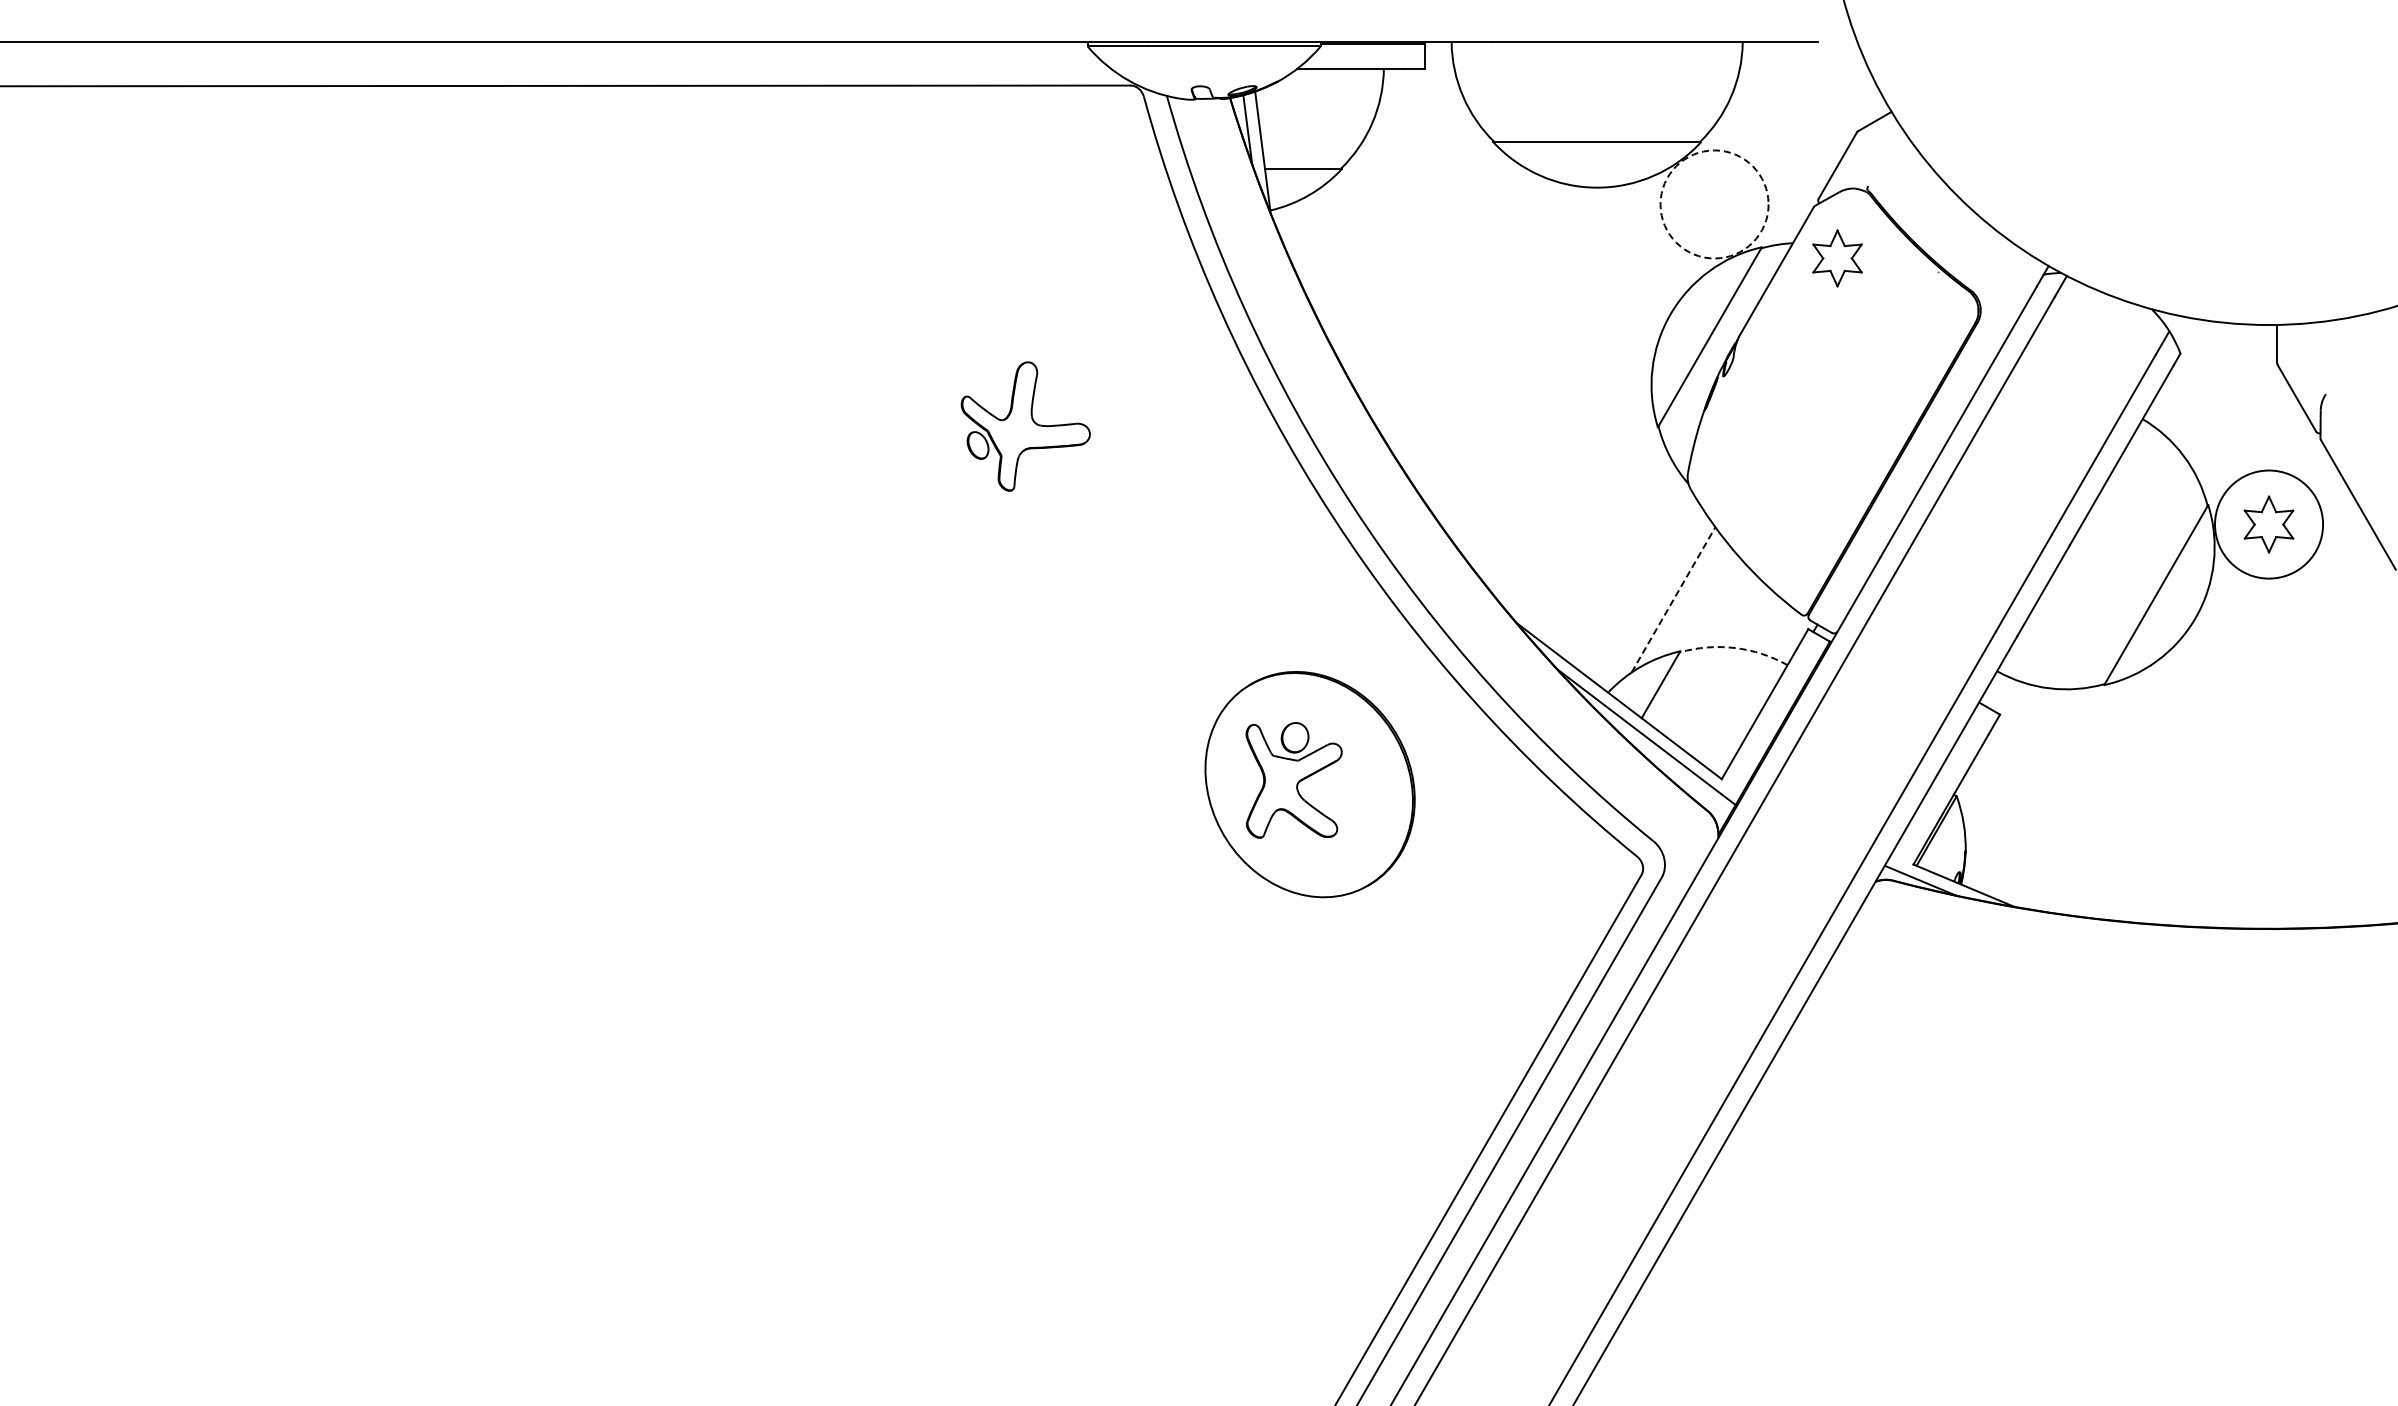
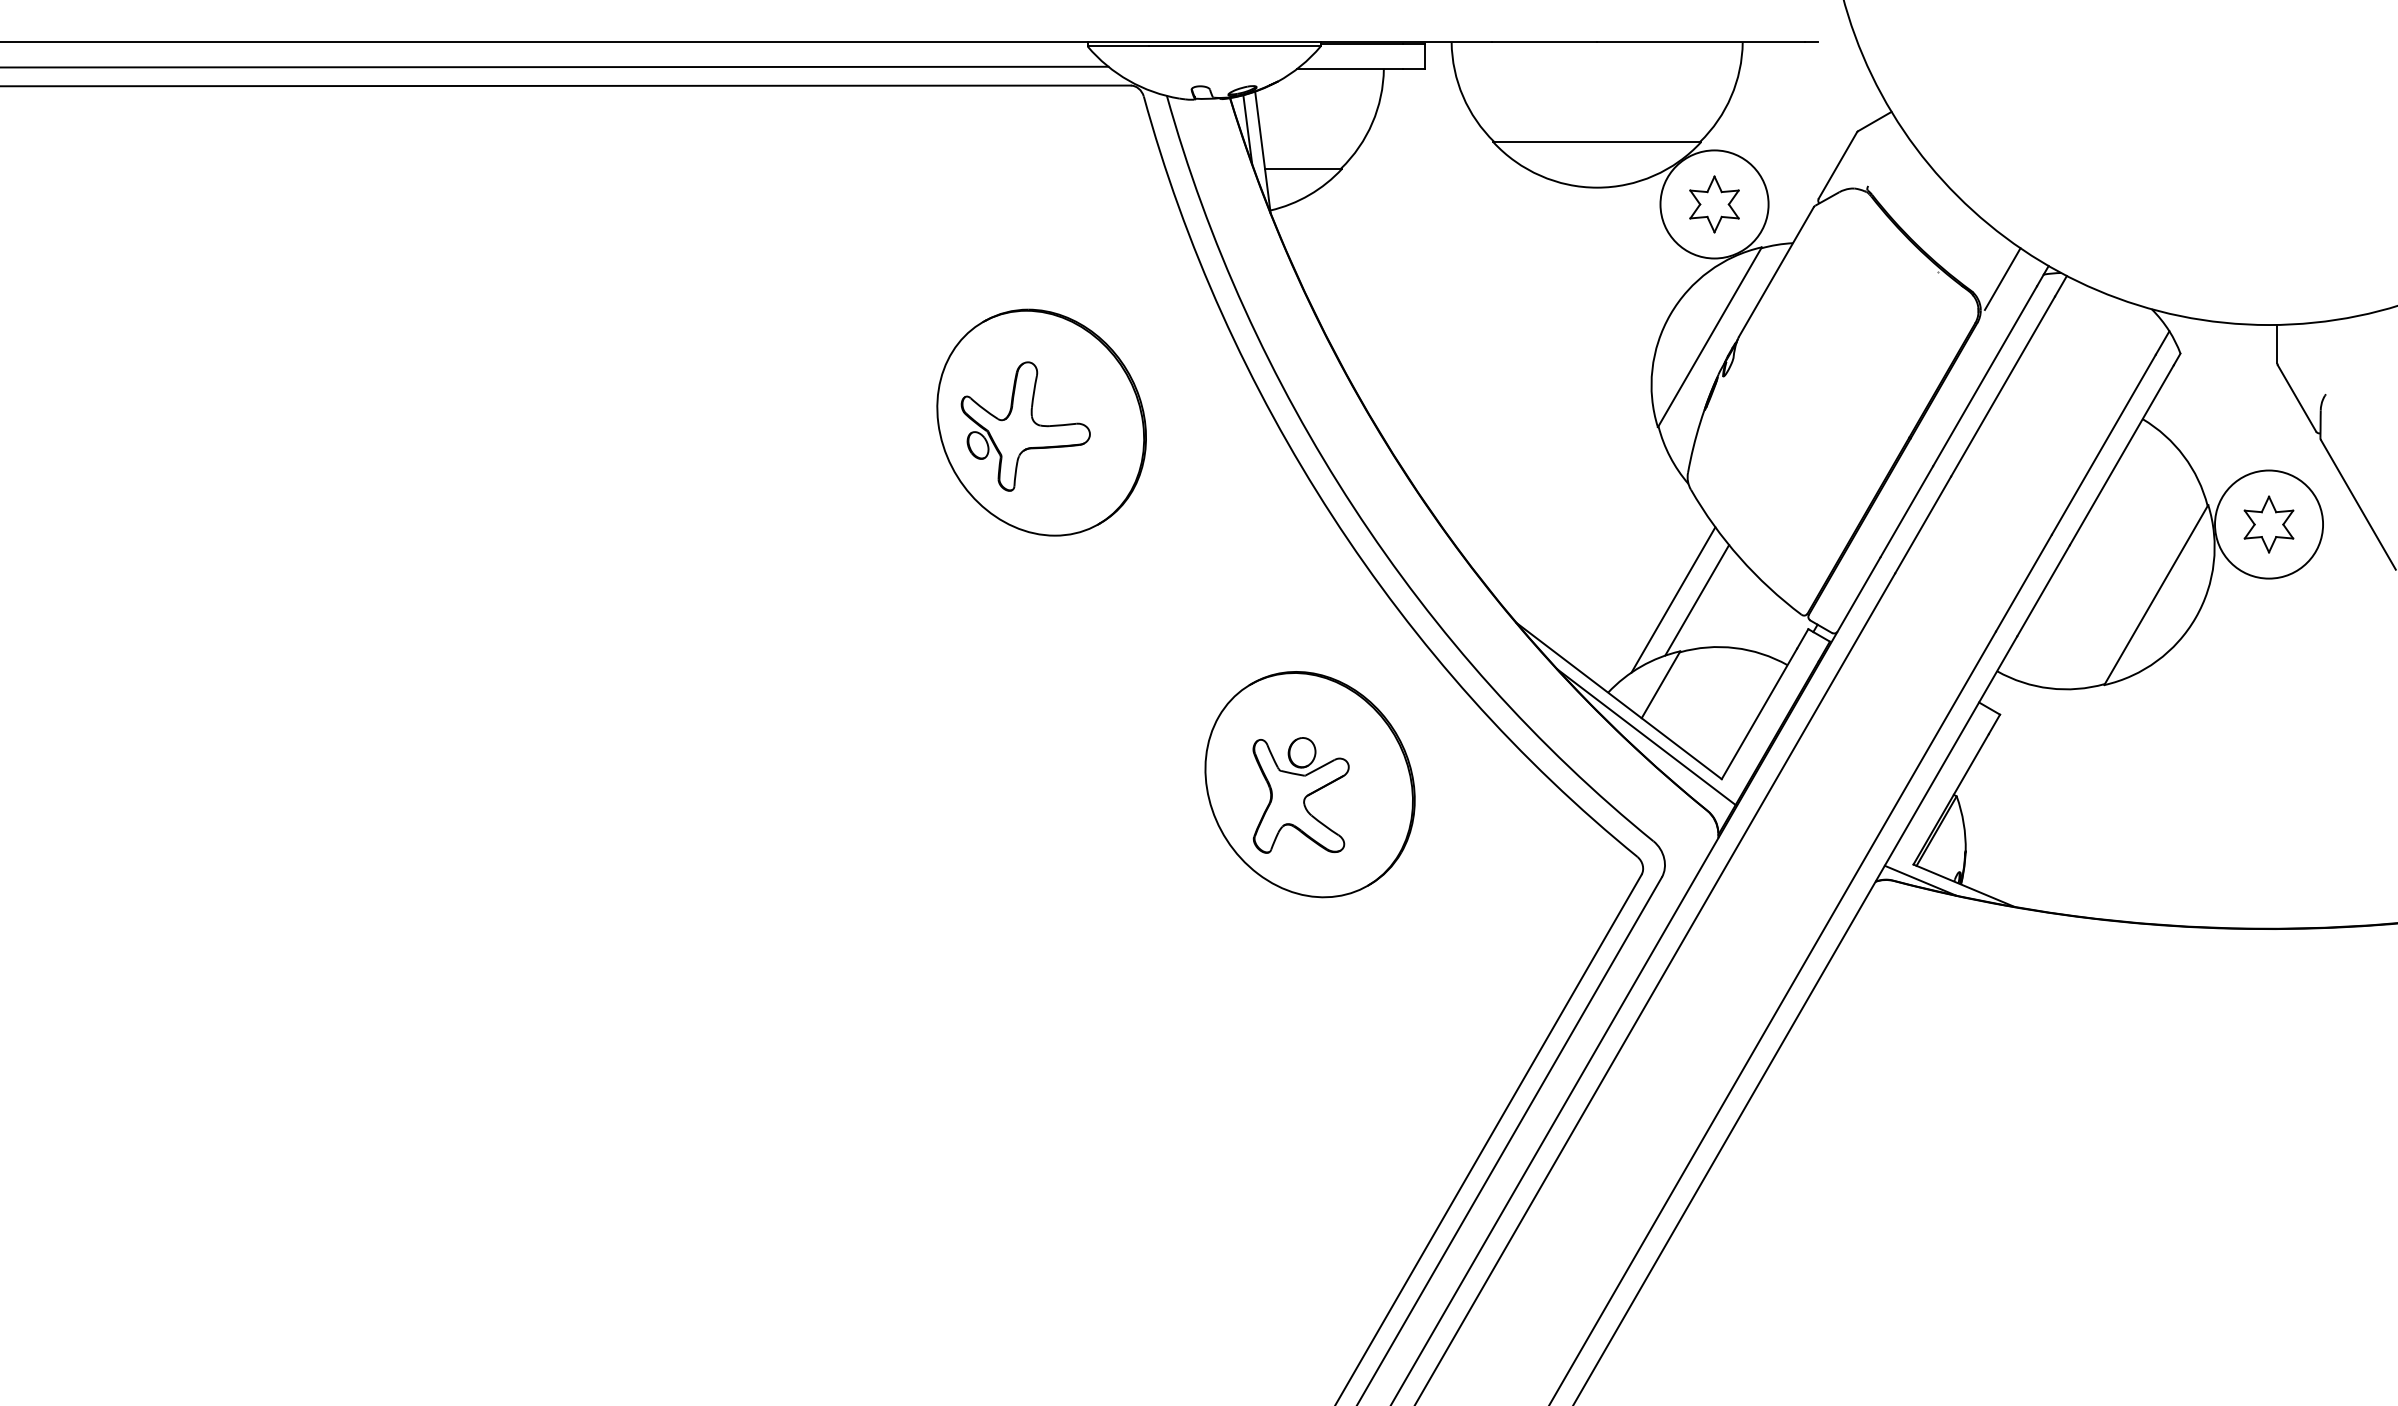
line at (555, 66): none -> present
circle at (1714, 204): dashed -> solid
part at (1837, 258) position: (1837, 258) -> (1714, 204)
line at (2002, 278): none -> present
part at (1041, 422): none -> present
line at (1673, 599): dashed -> solid
line at (1697, 600): none -> present
arc at (1734, 648): dashed -> solid
part at (1293, 780) position: (1293, 780) -> (1300, 795)
